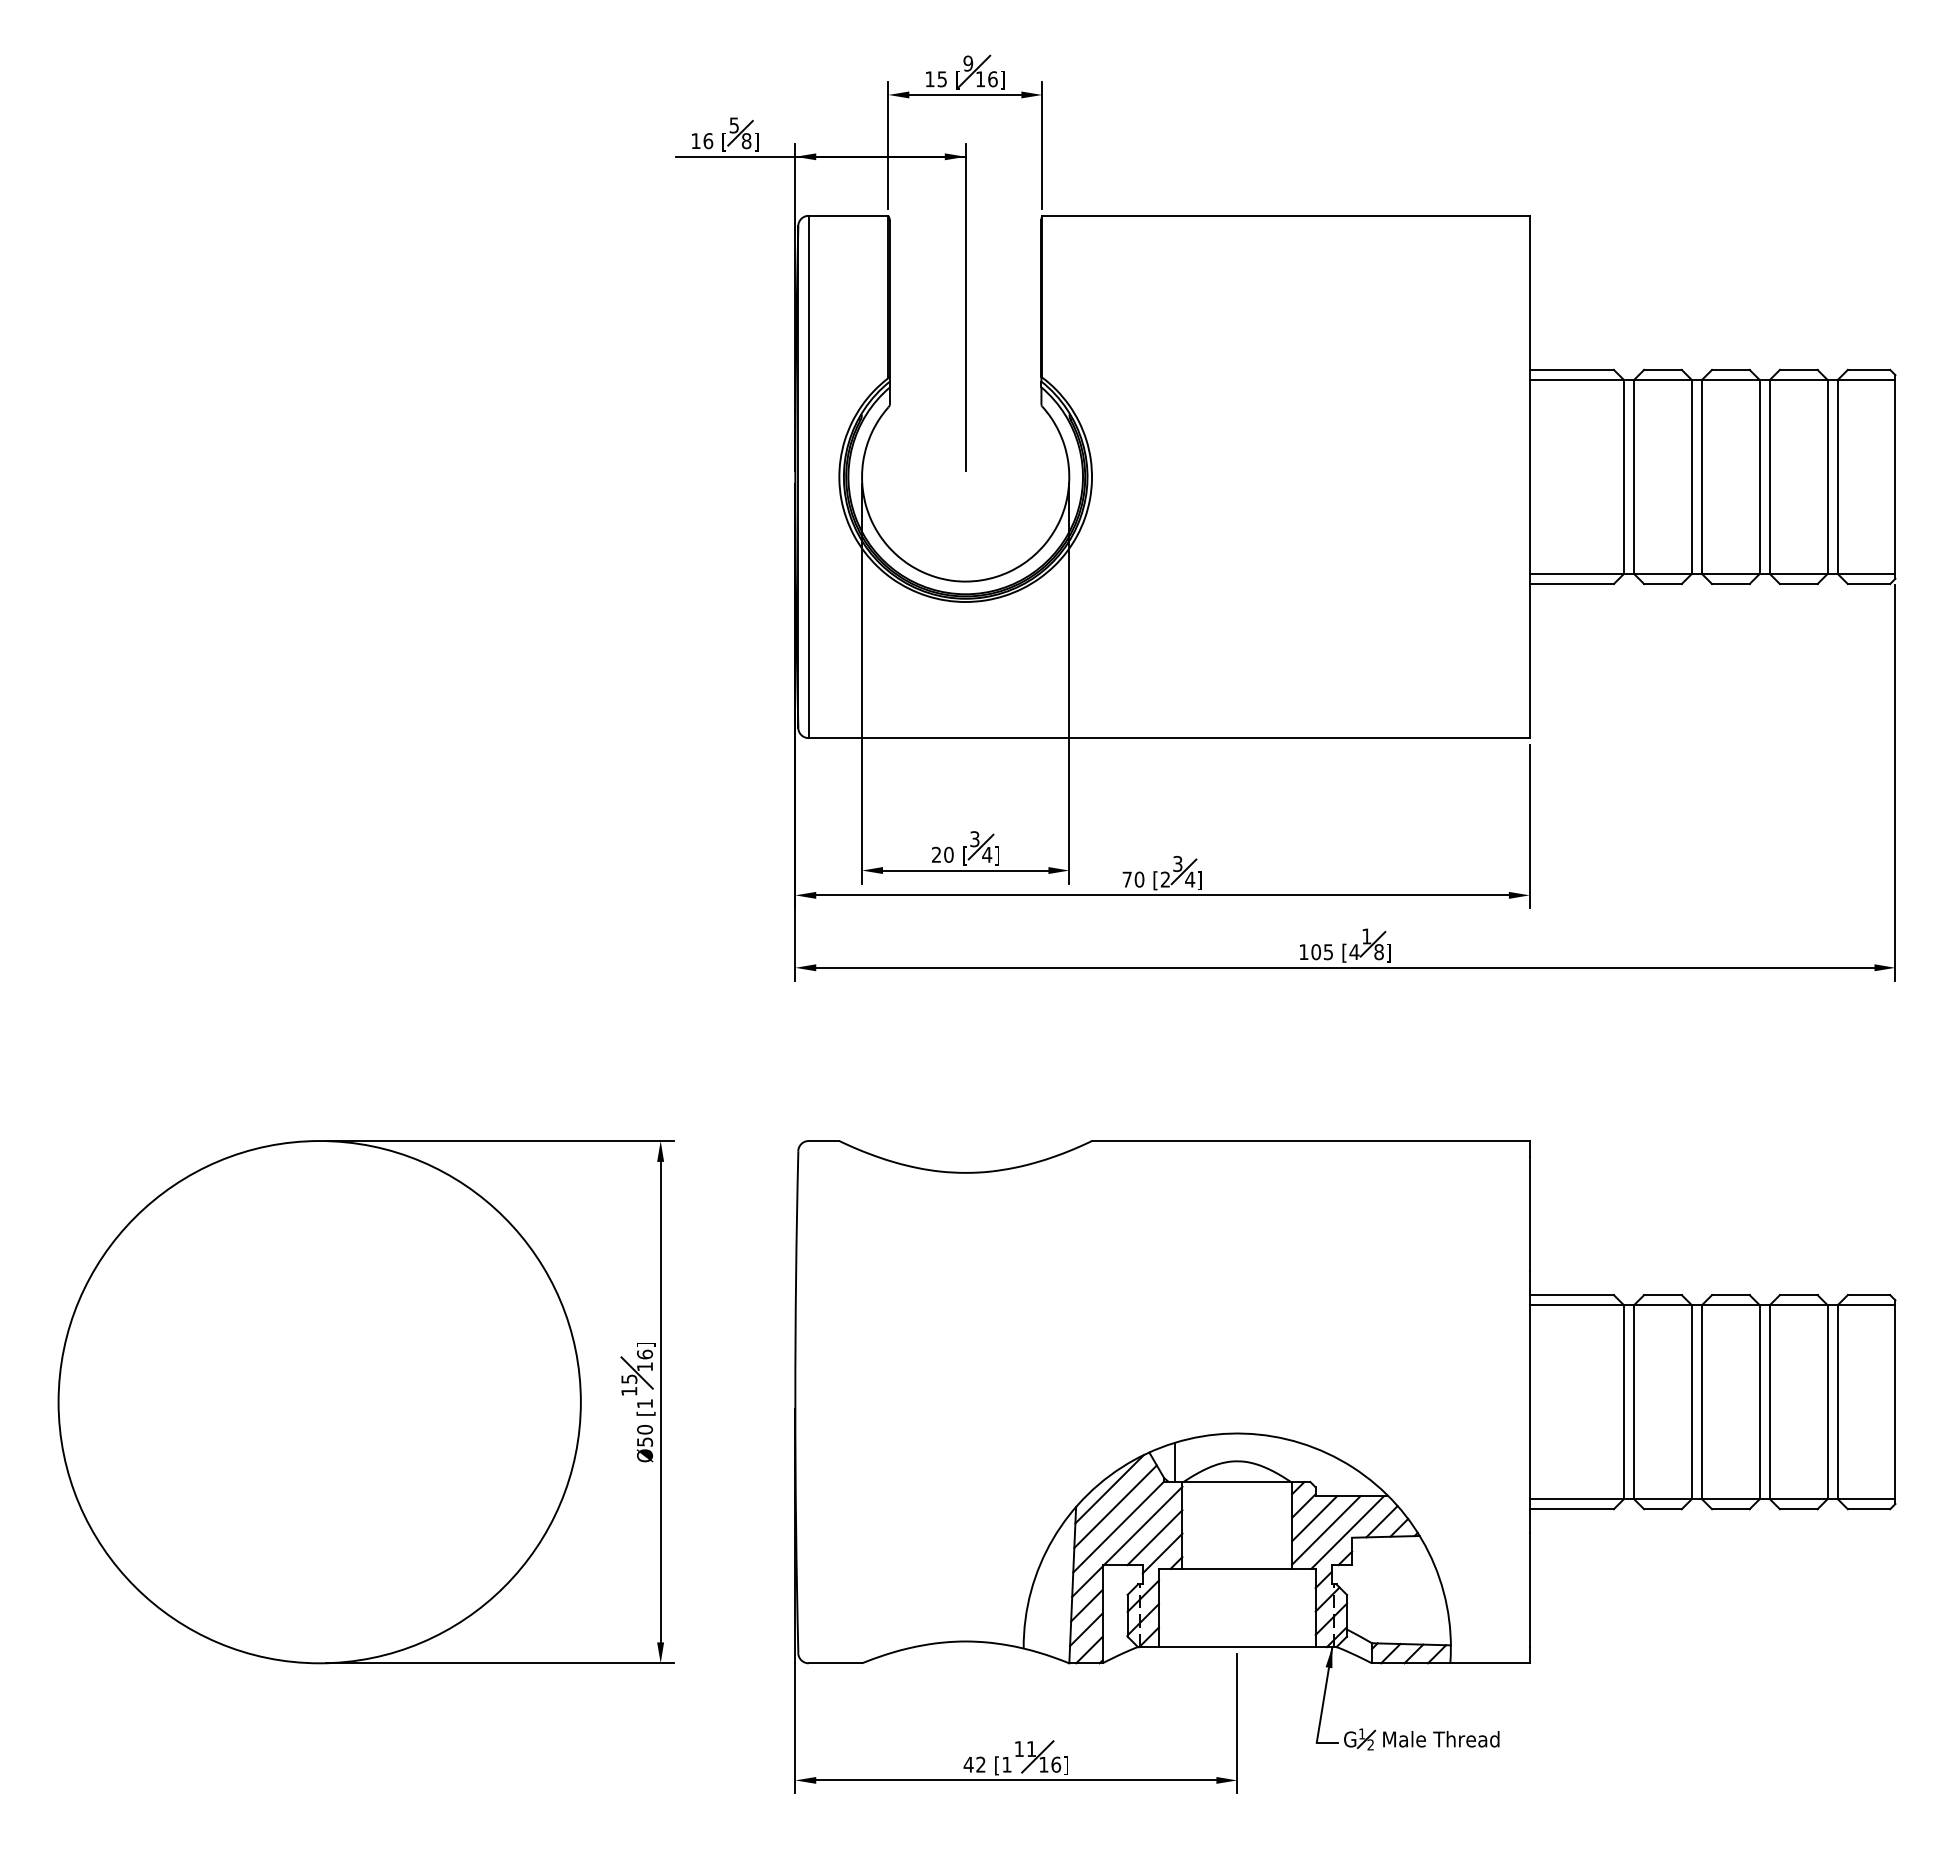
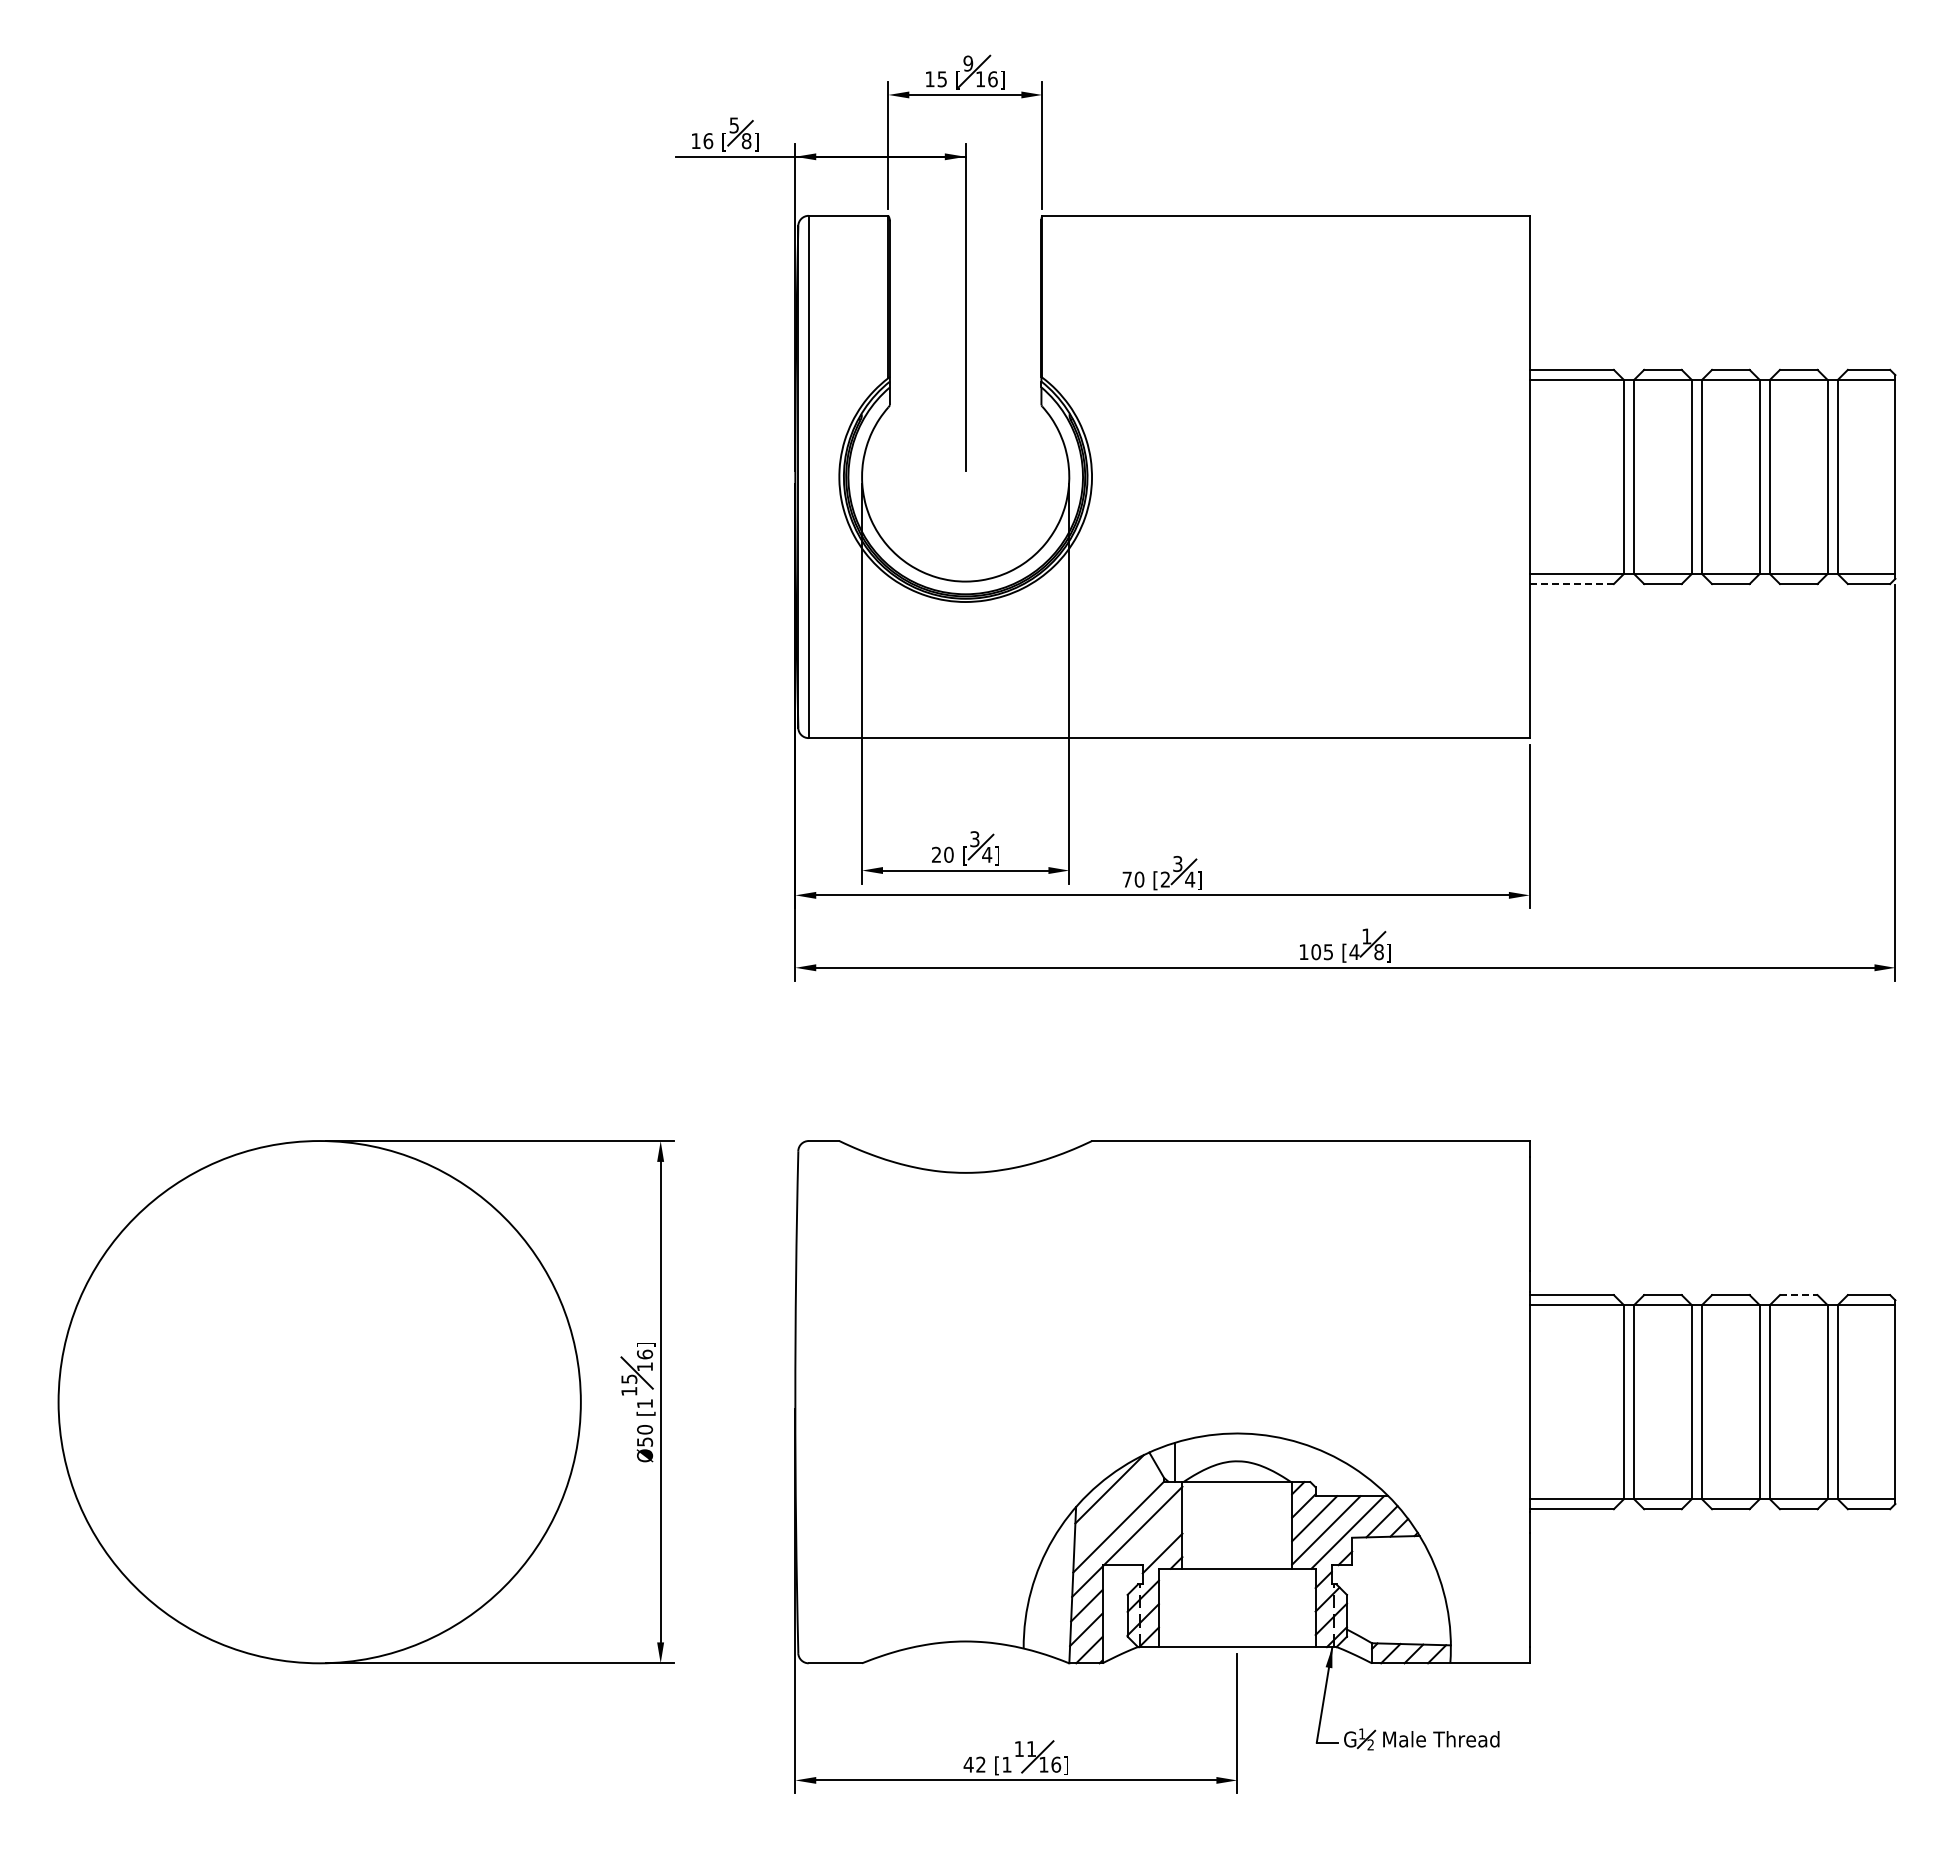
line at (1572, 584): solid -> dashed
line at (1798, 1295): solid -> dashed
line at (1115, 1506): present -> none
line at (1154, 1537): present -> none
